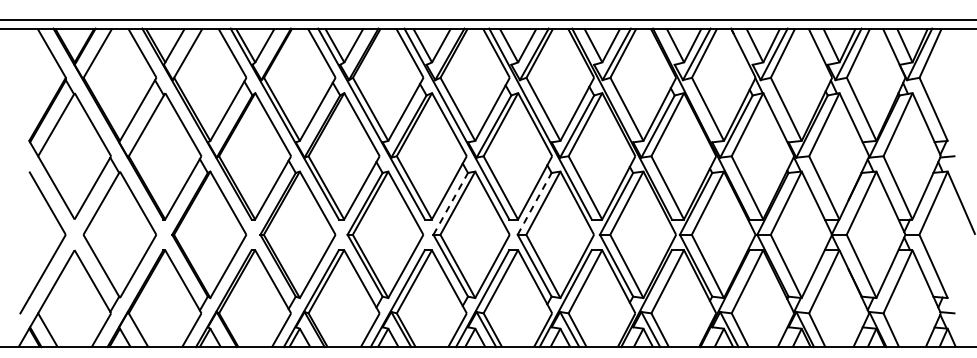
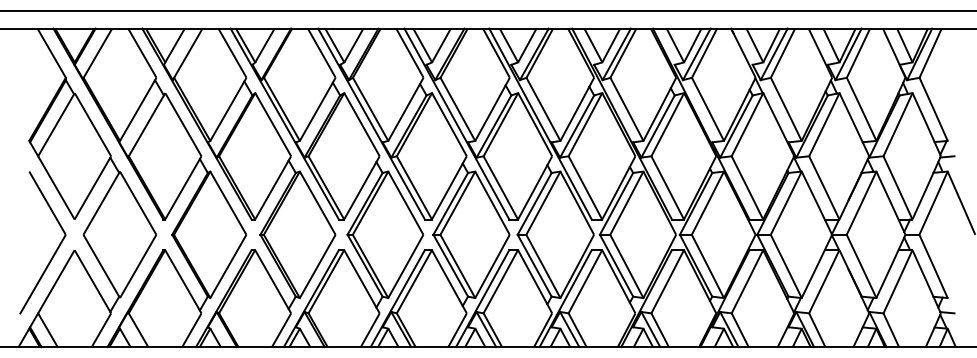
line at (487, 19) position: (487, 19) -> (487, 10)
line at (450, 203): dashed -> solid
line at (534, 203): dashed -> solid
